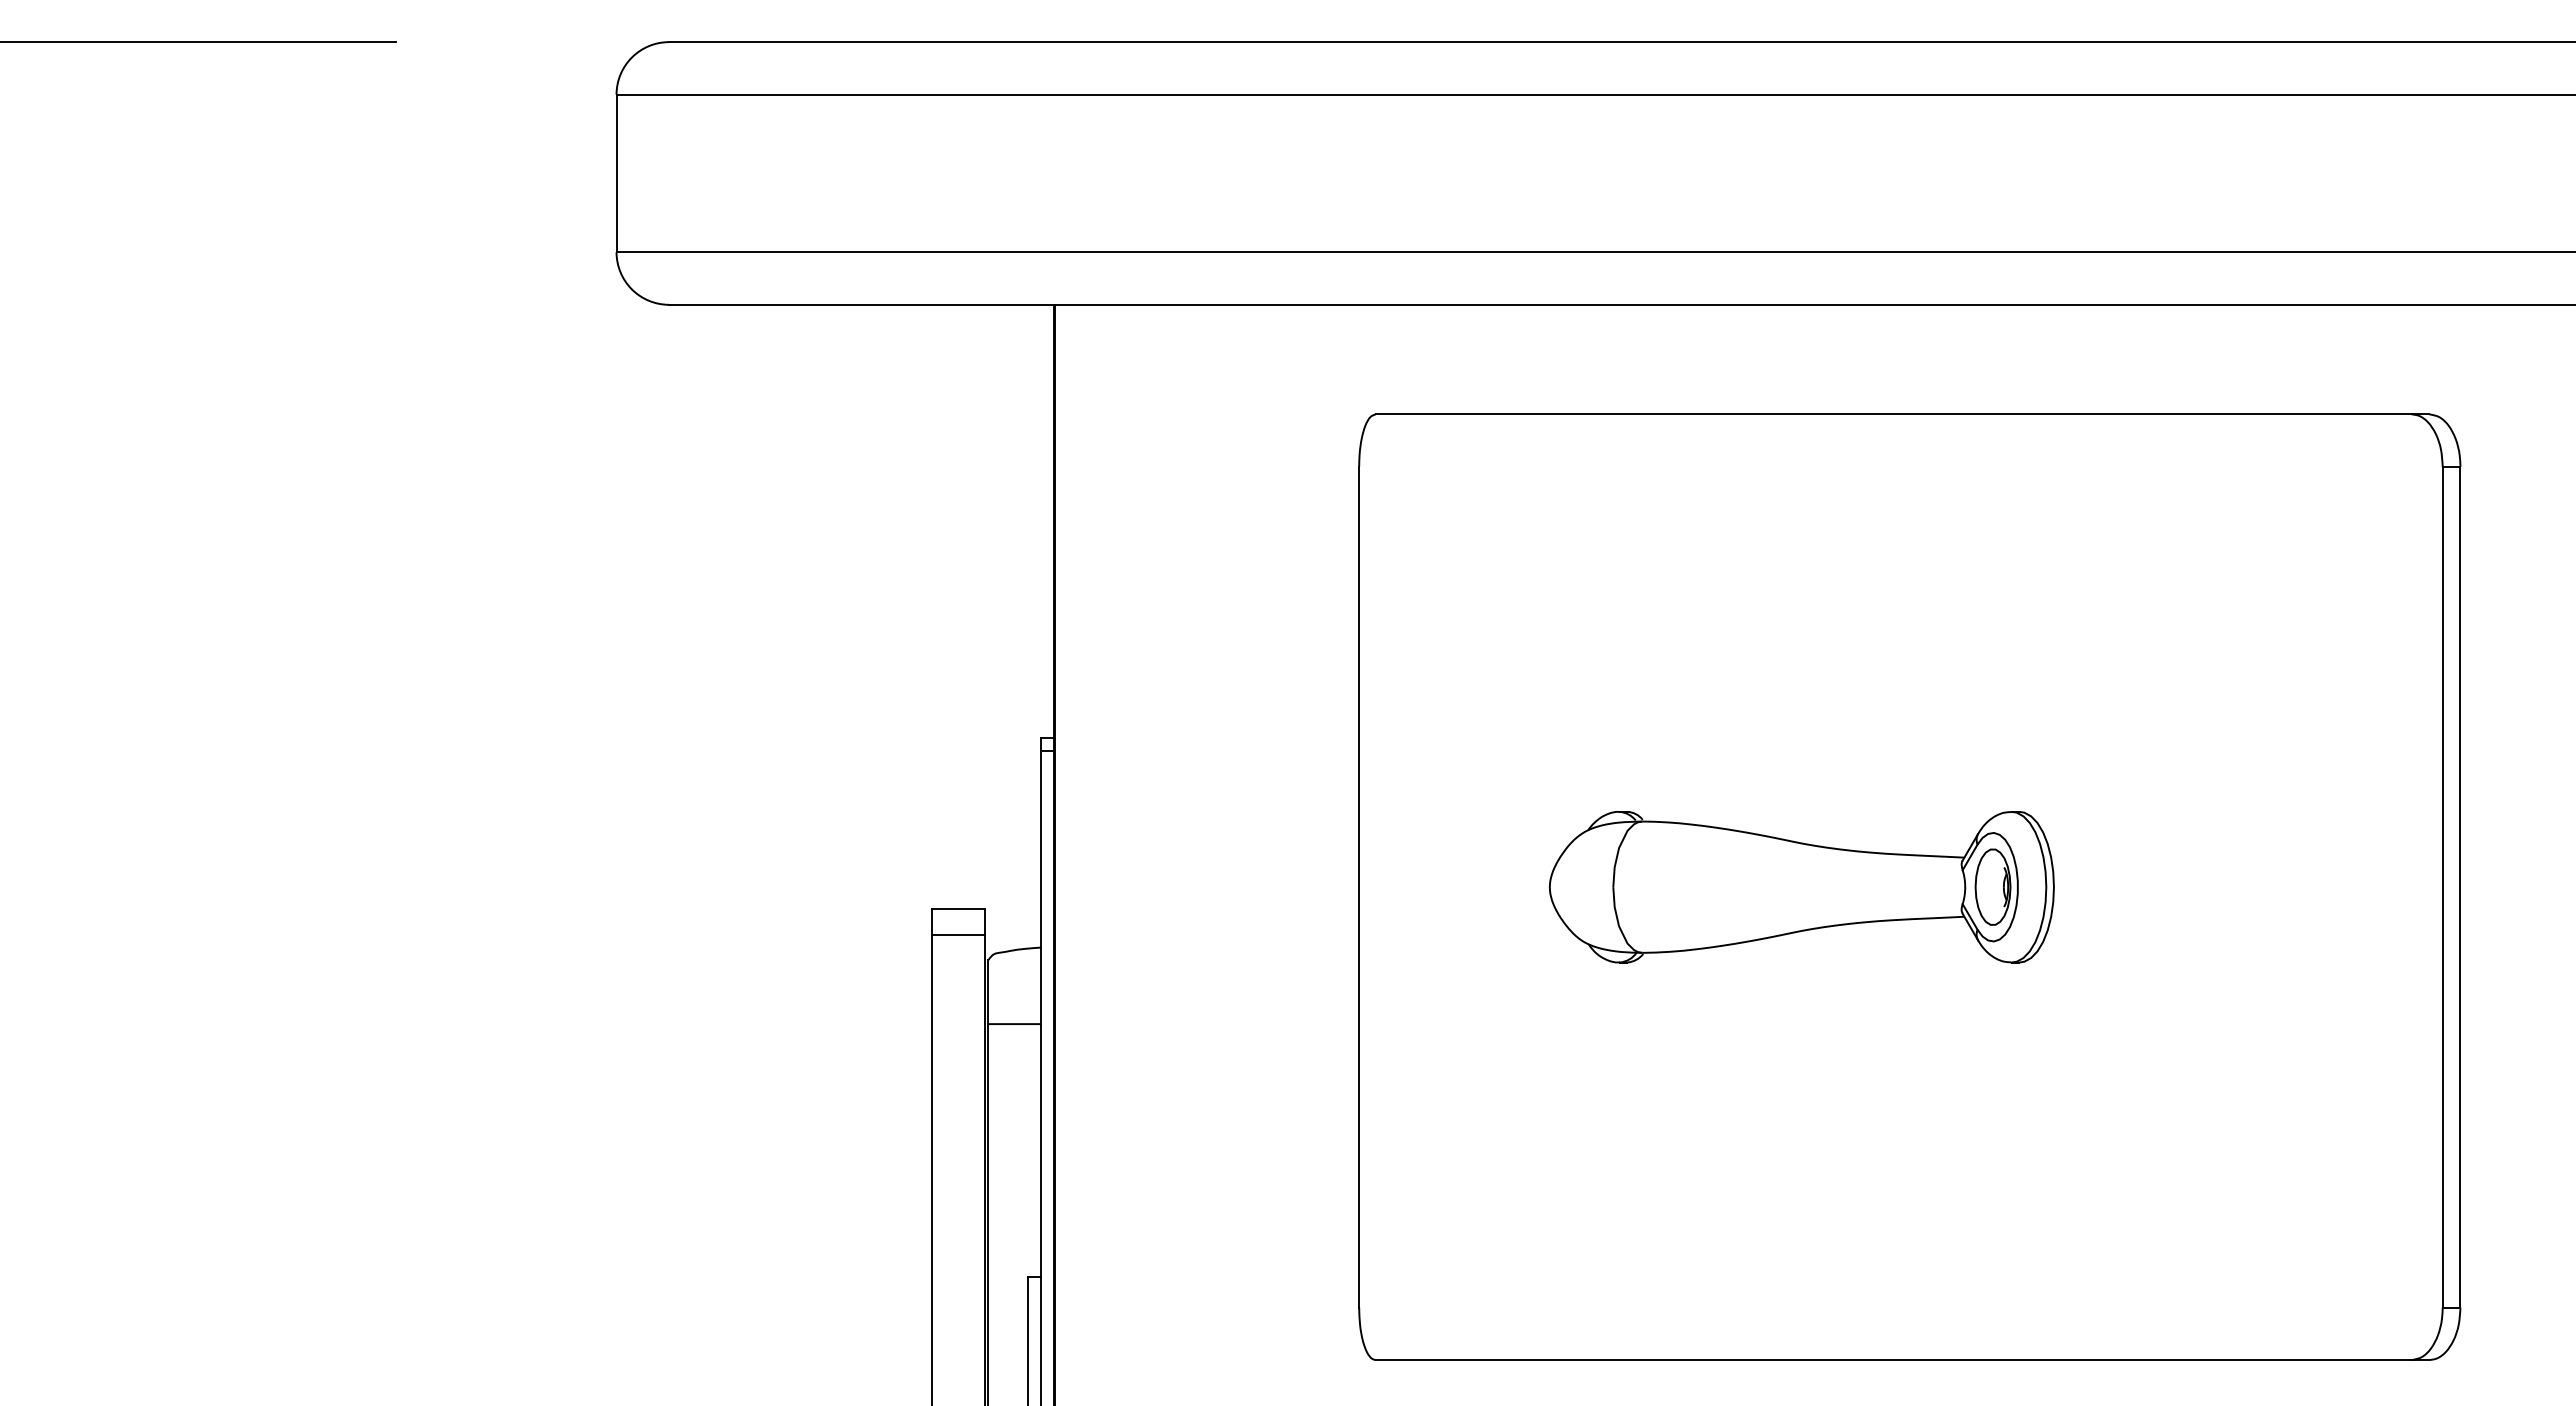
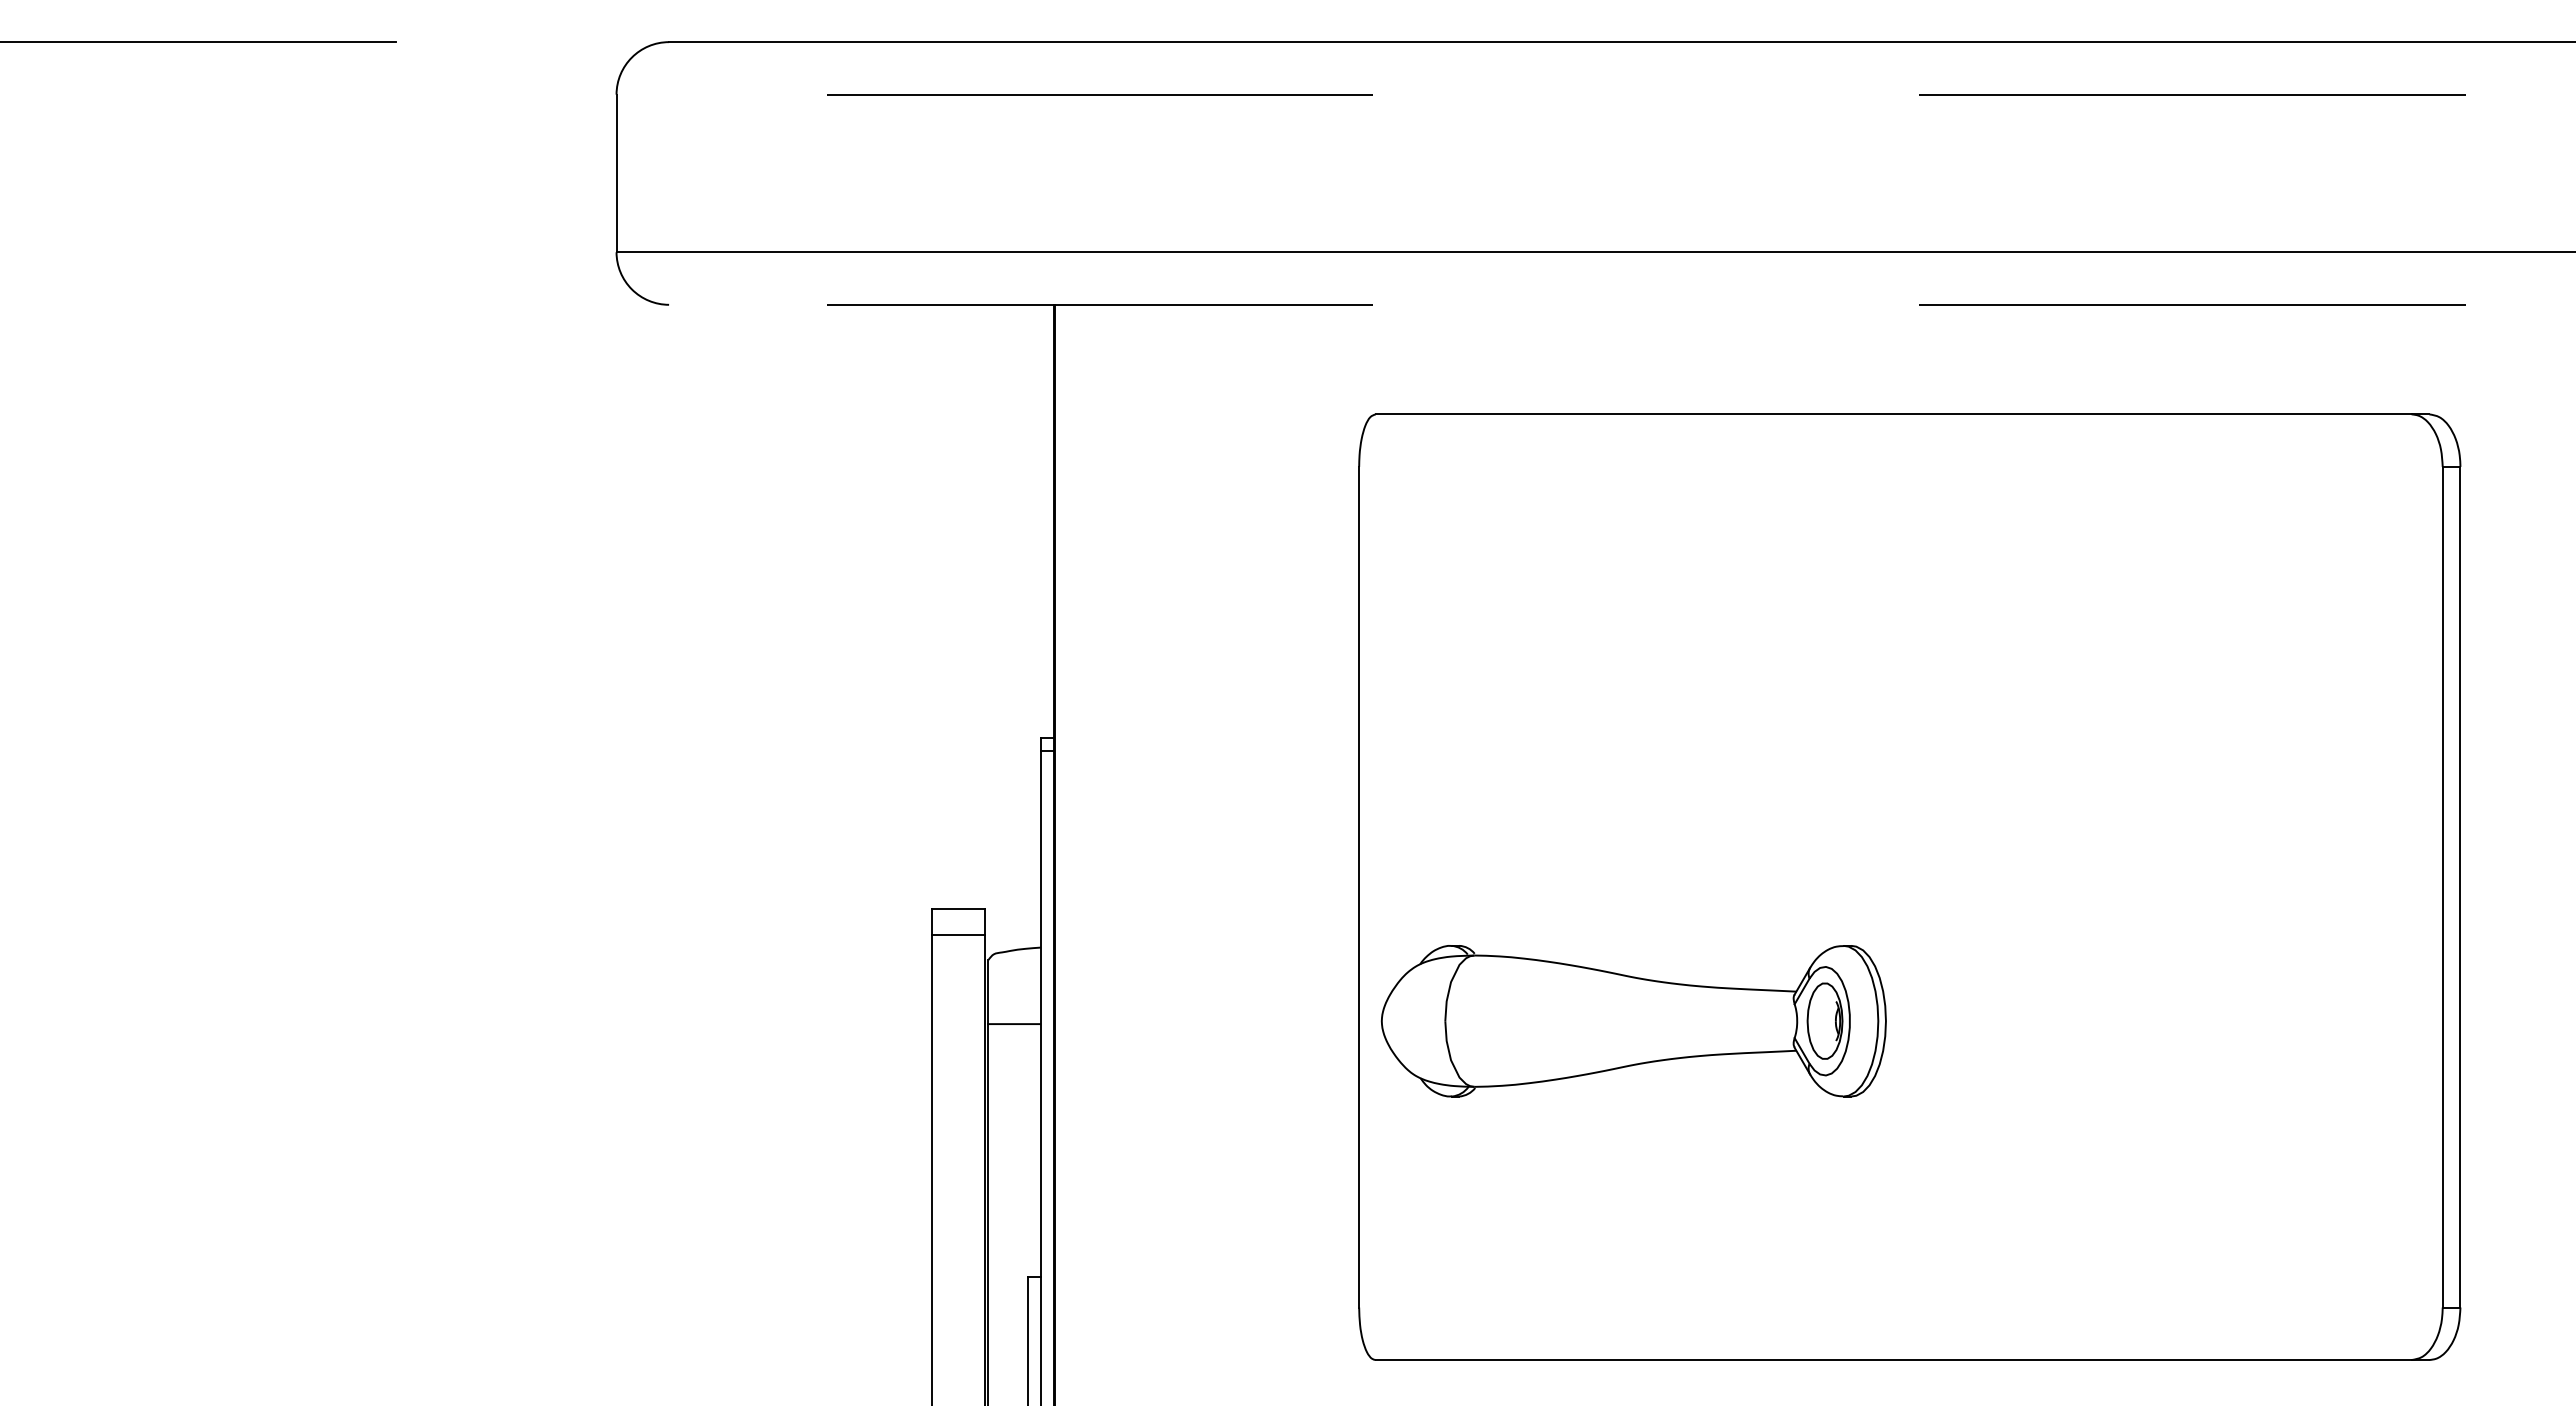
line at (1596, 94): solid -> dashed
line at (1621, 304): solid -> dashed
part at (1801, 887) position: (1801, 887) -> (1633, 1021)
